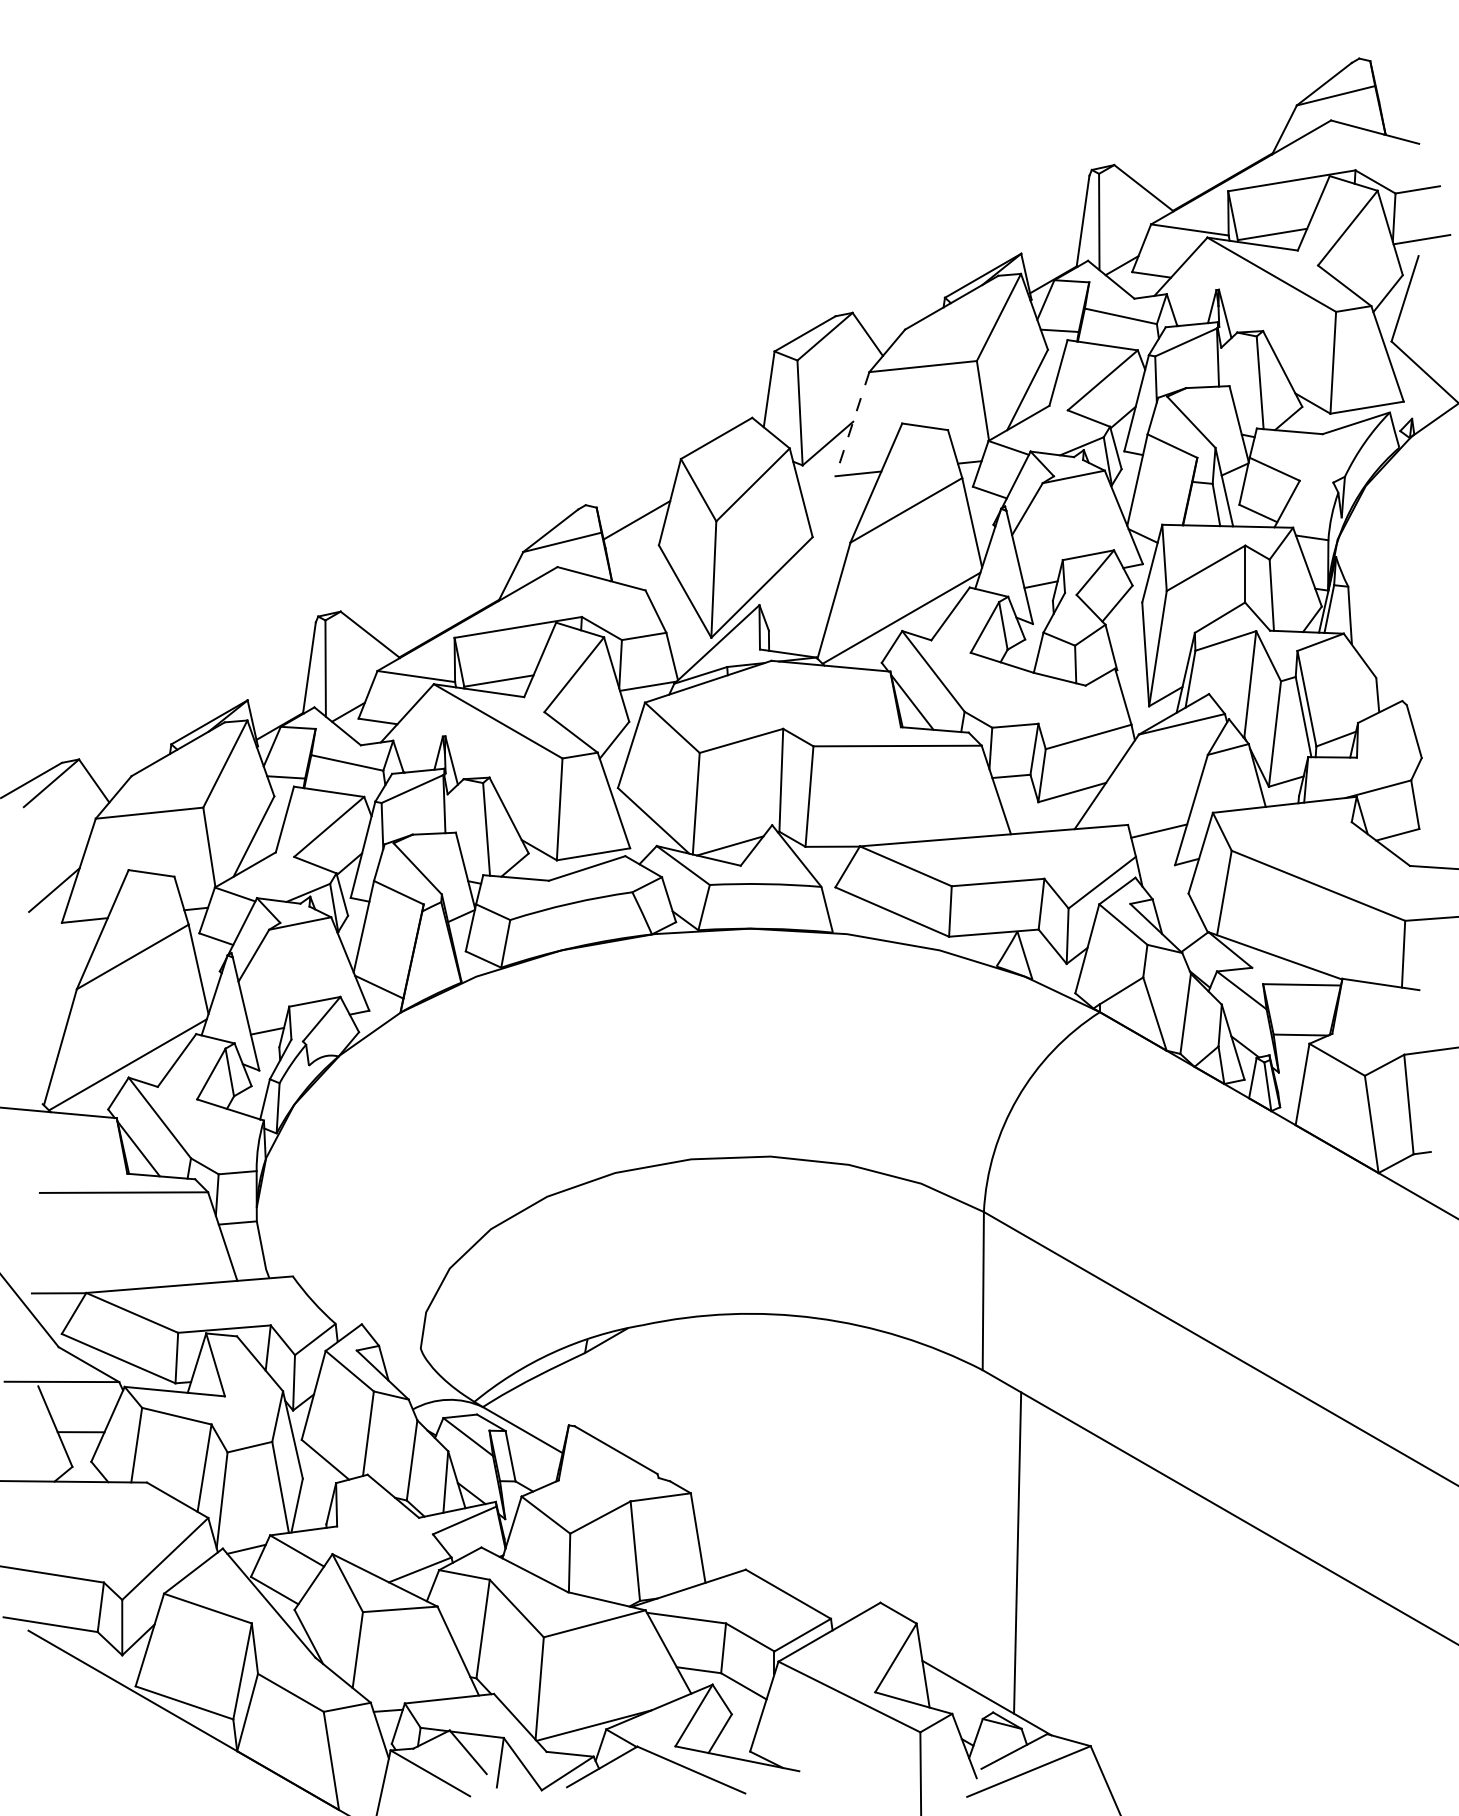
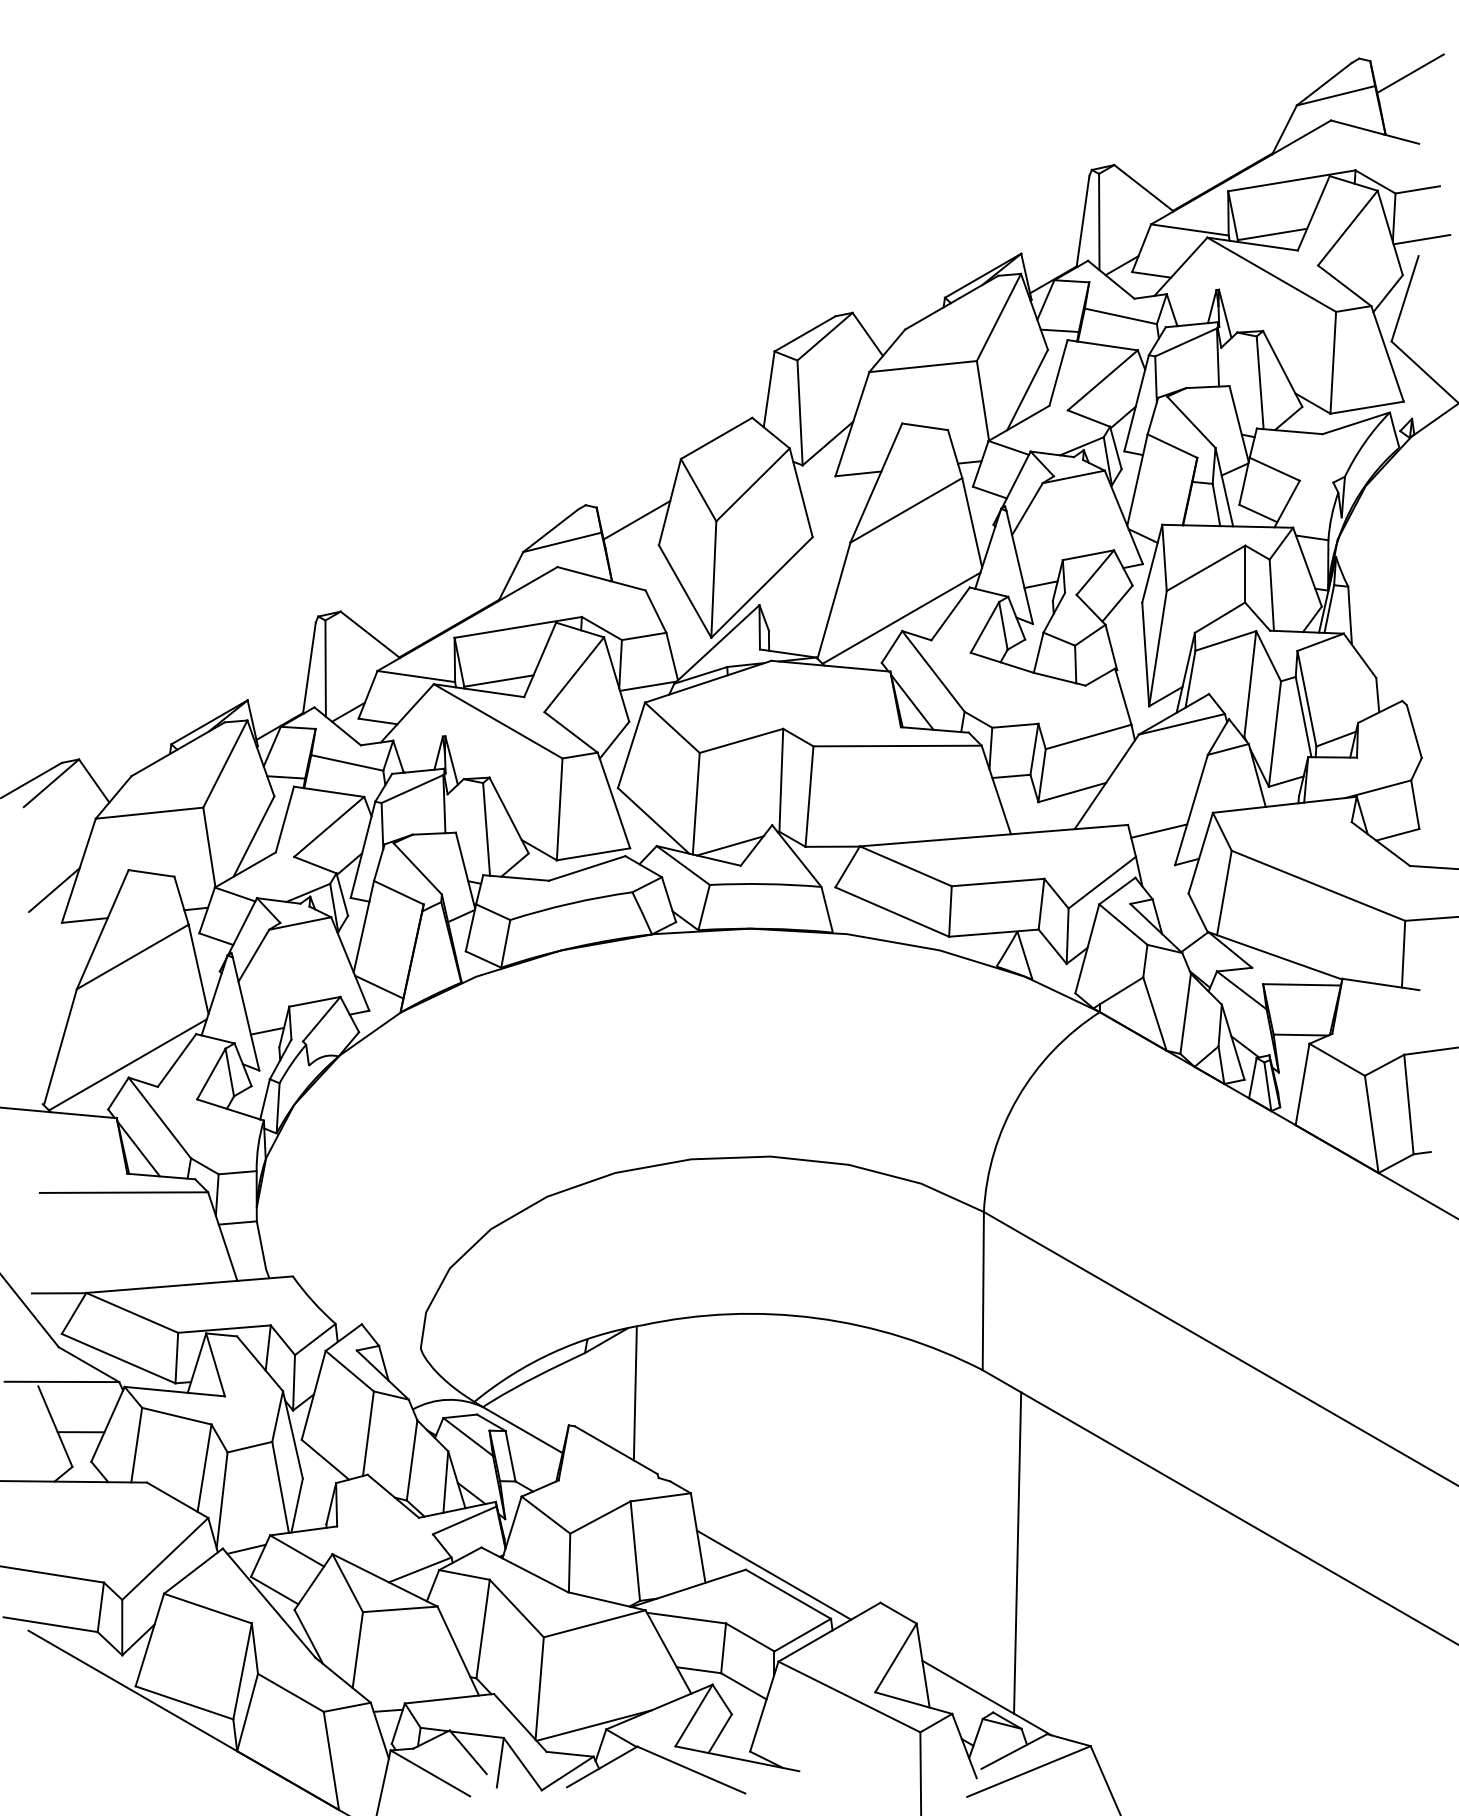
line at (1410, 73): none -> present
line at (852, 424): dashed -> solid
line at (634, 1393): none -> present
line at (773, 1574): none -> present
